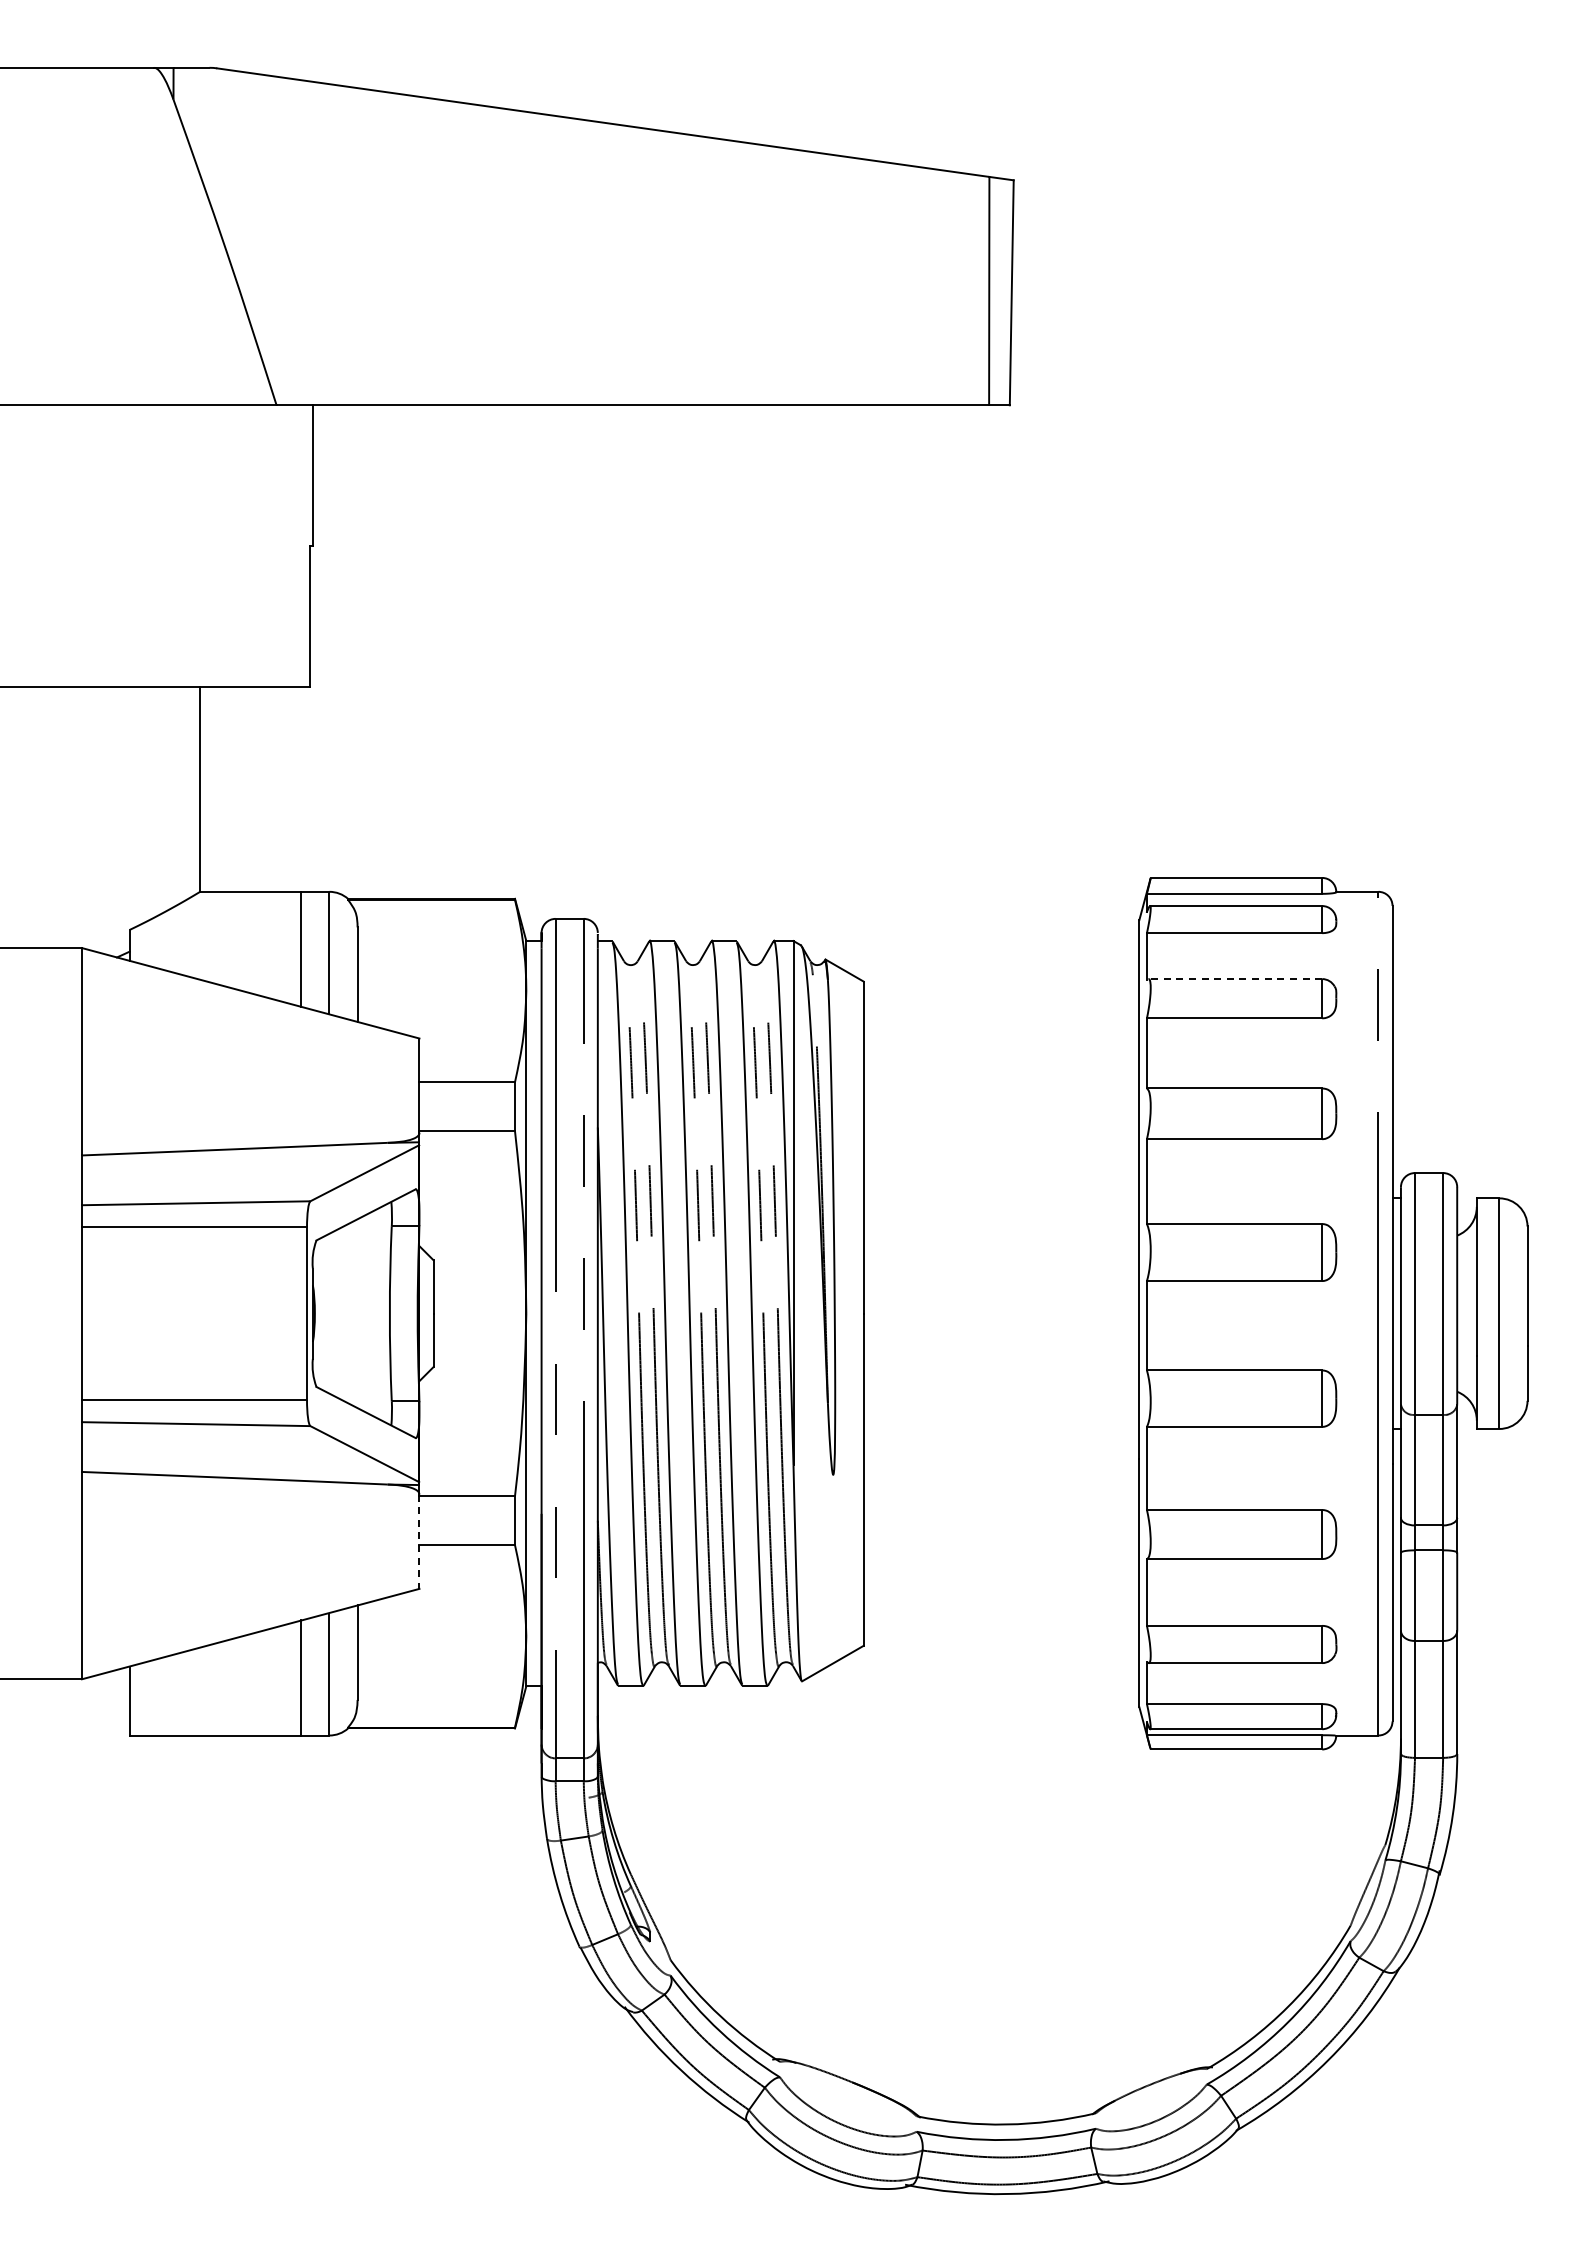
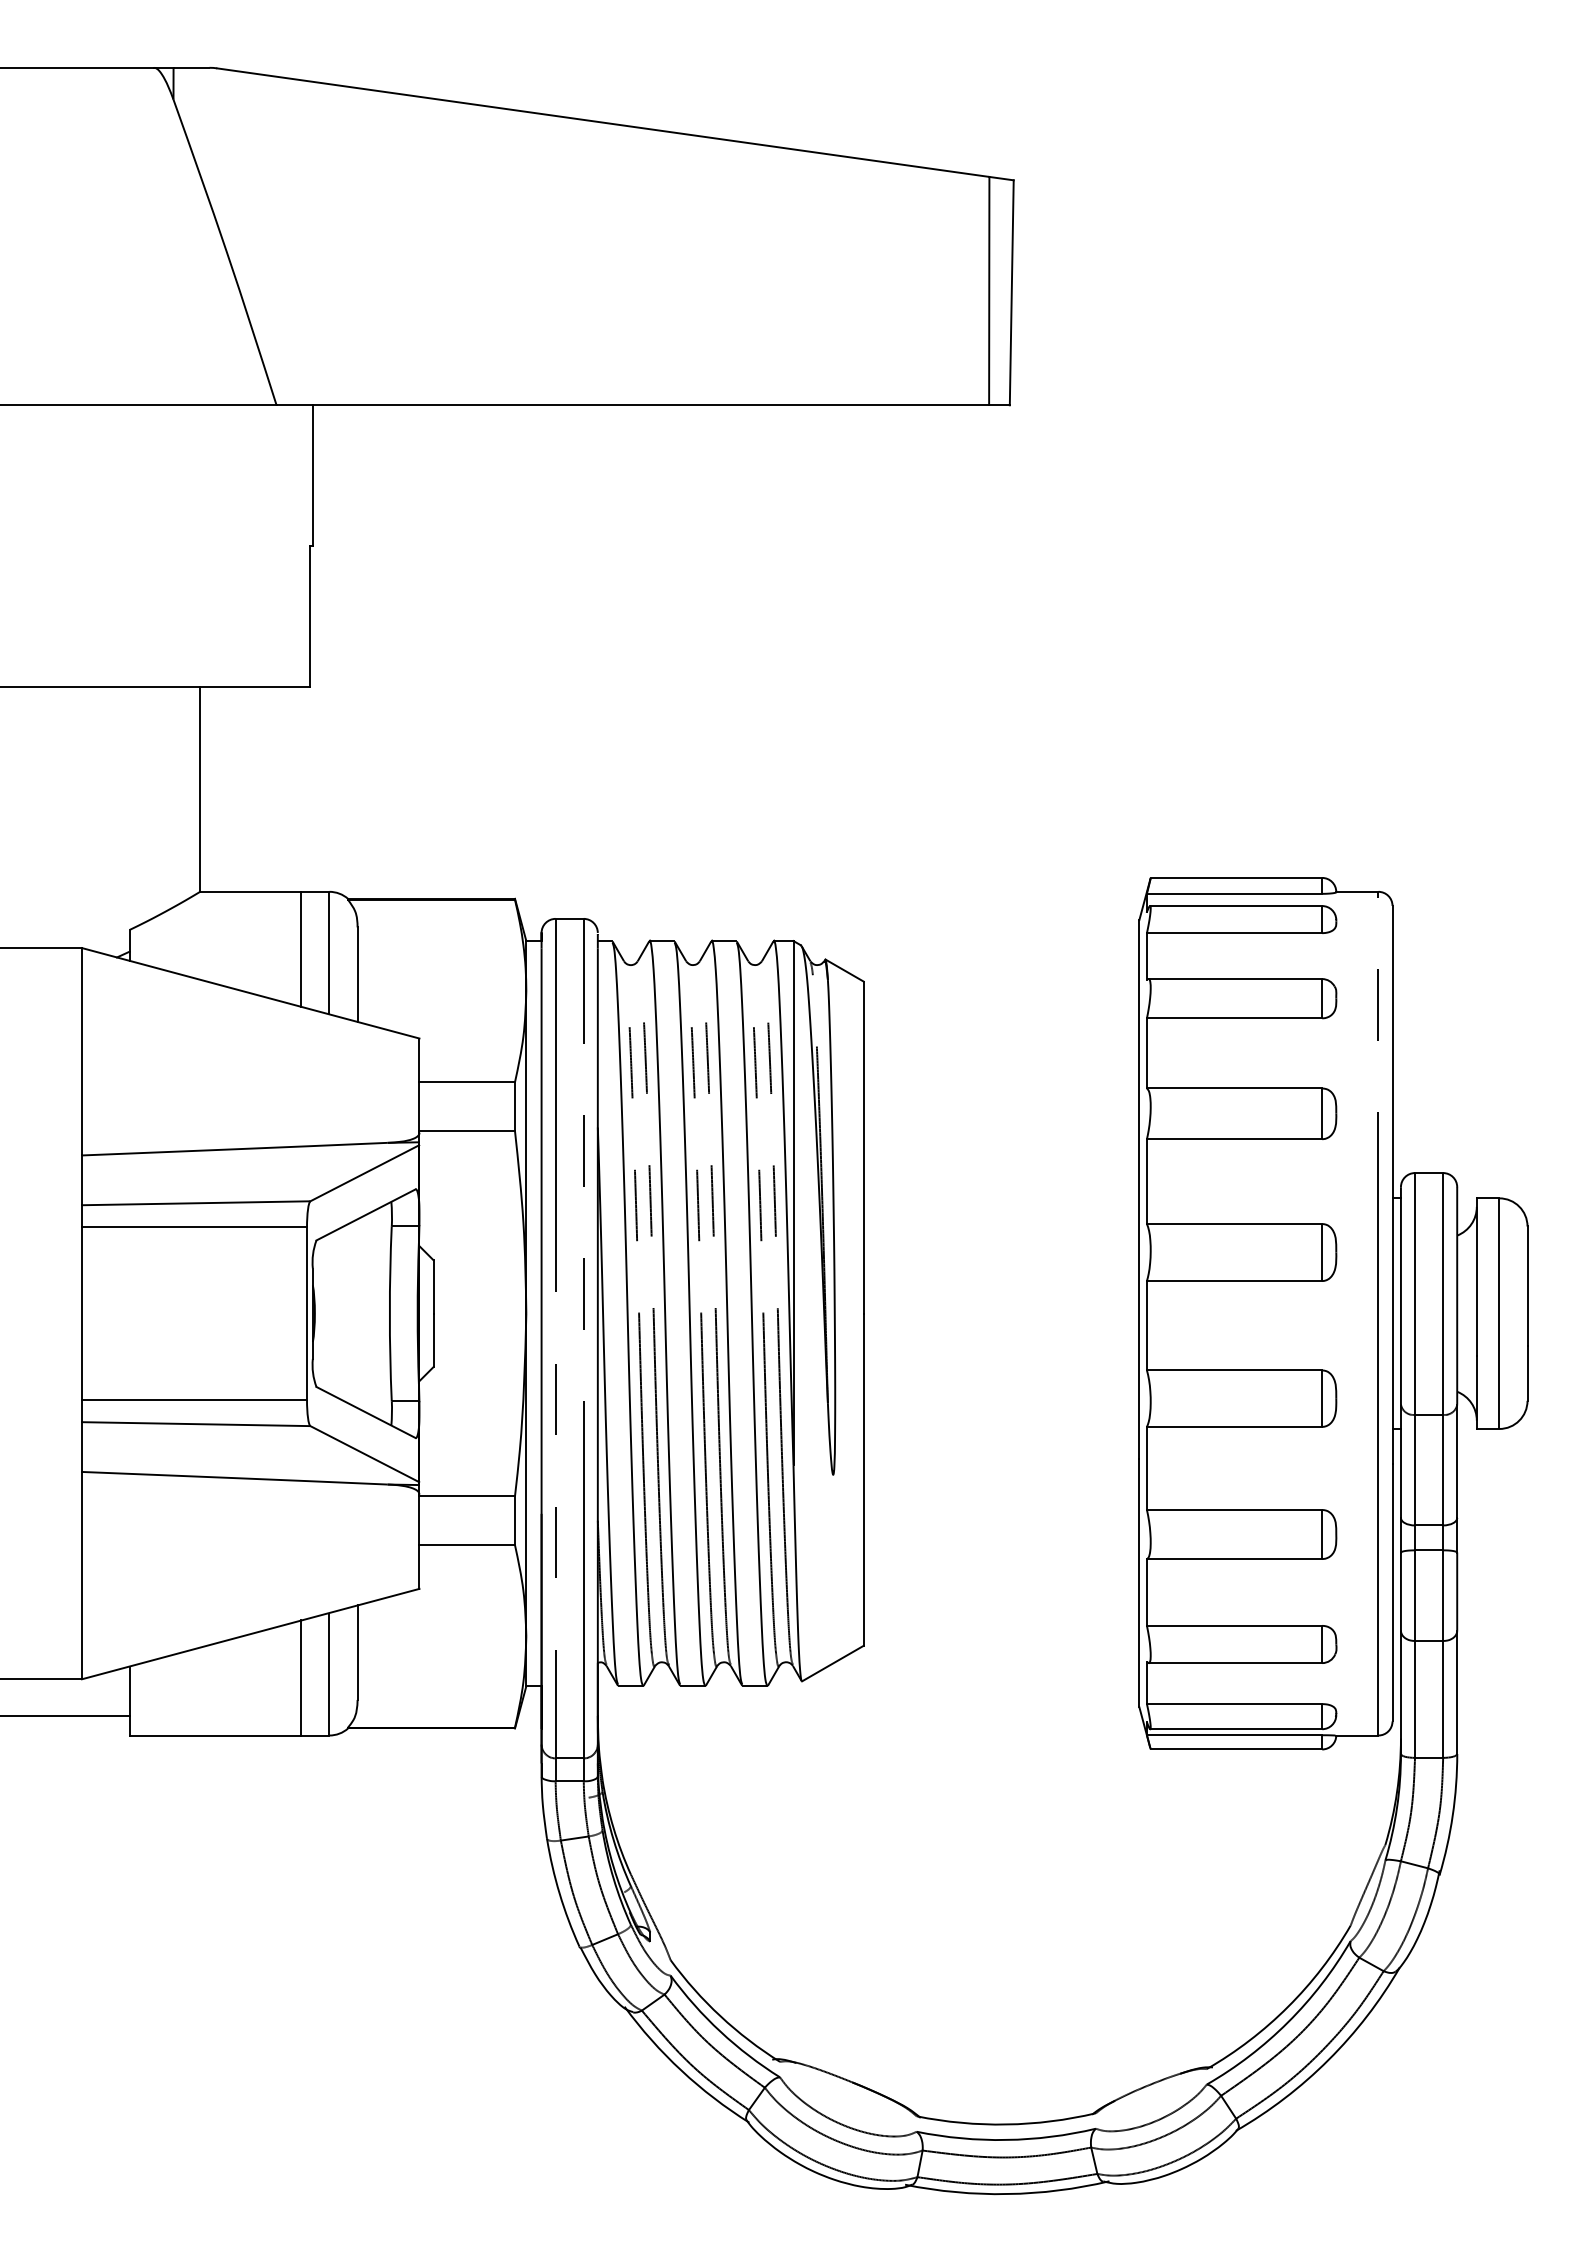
line at (1235, 979): dashed -> solid
line at (419, 1542): dashed -> solid
line at (65, 1715): none -> present
